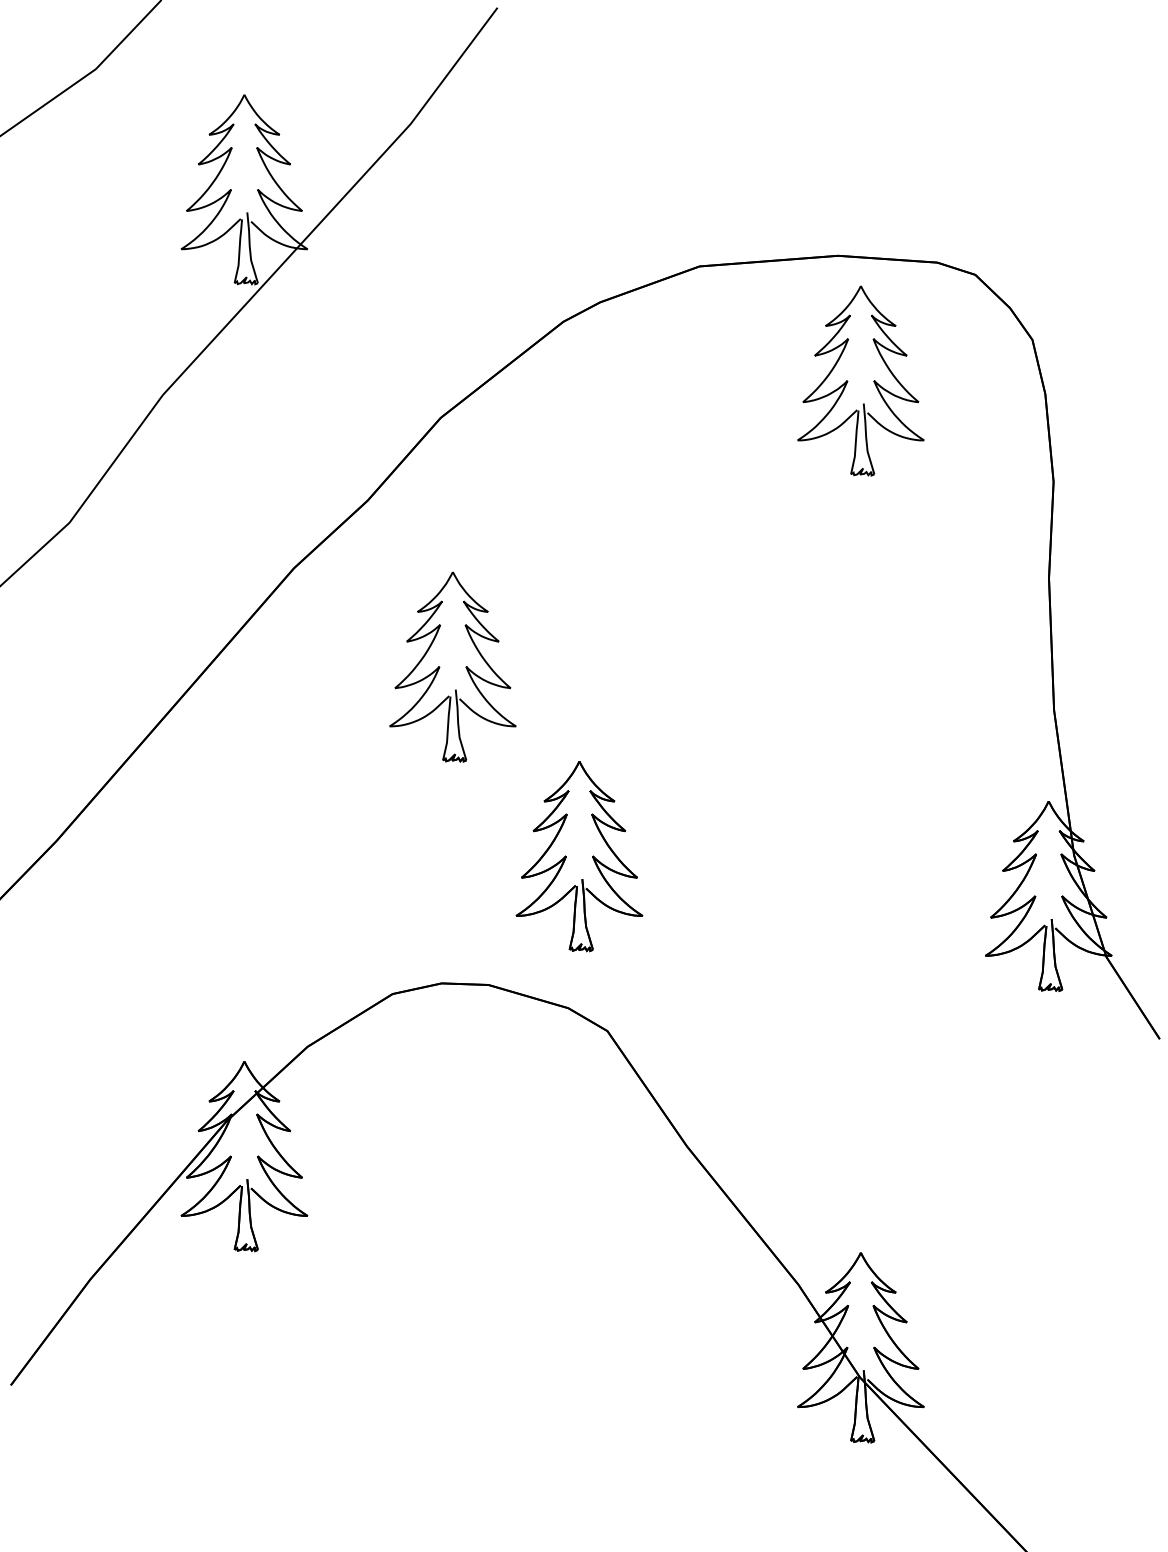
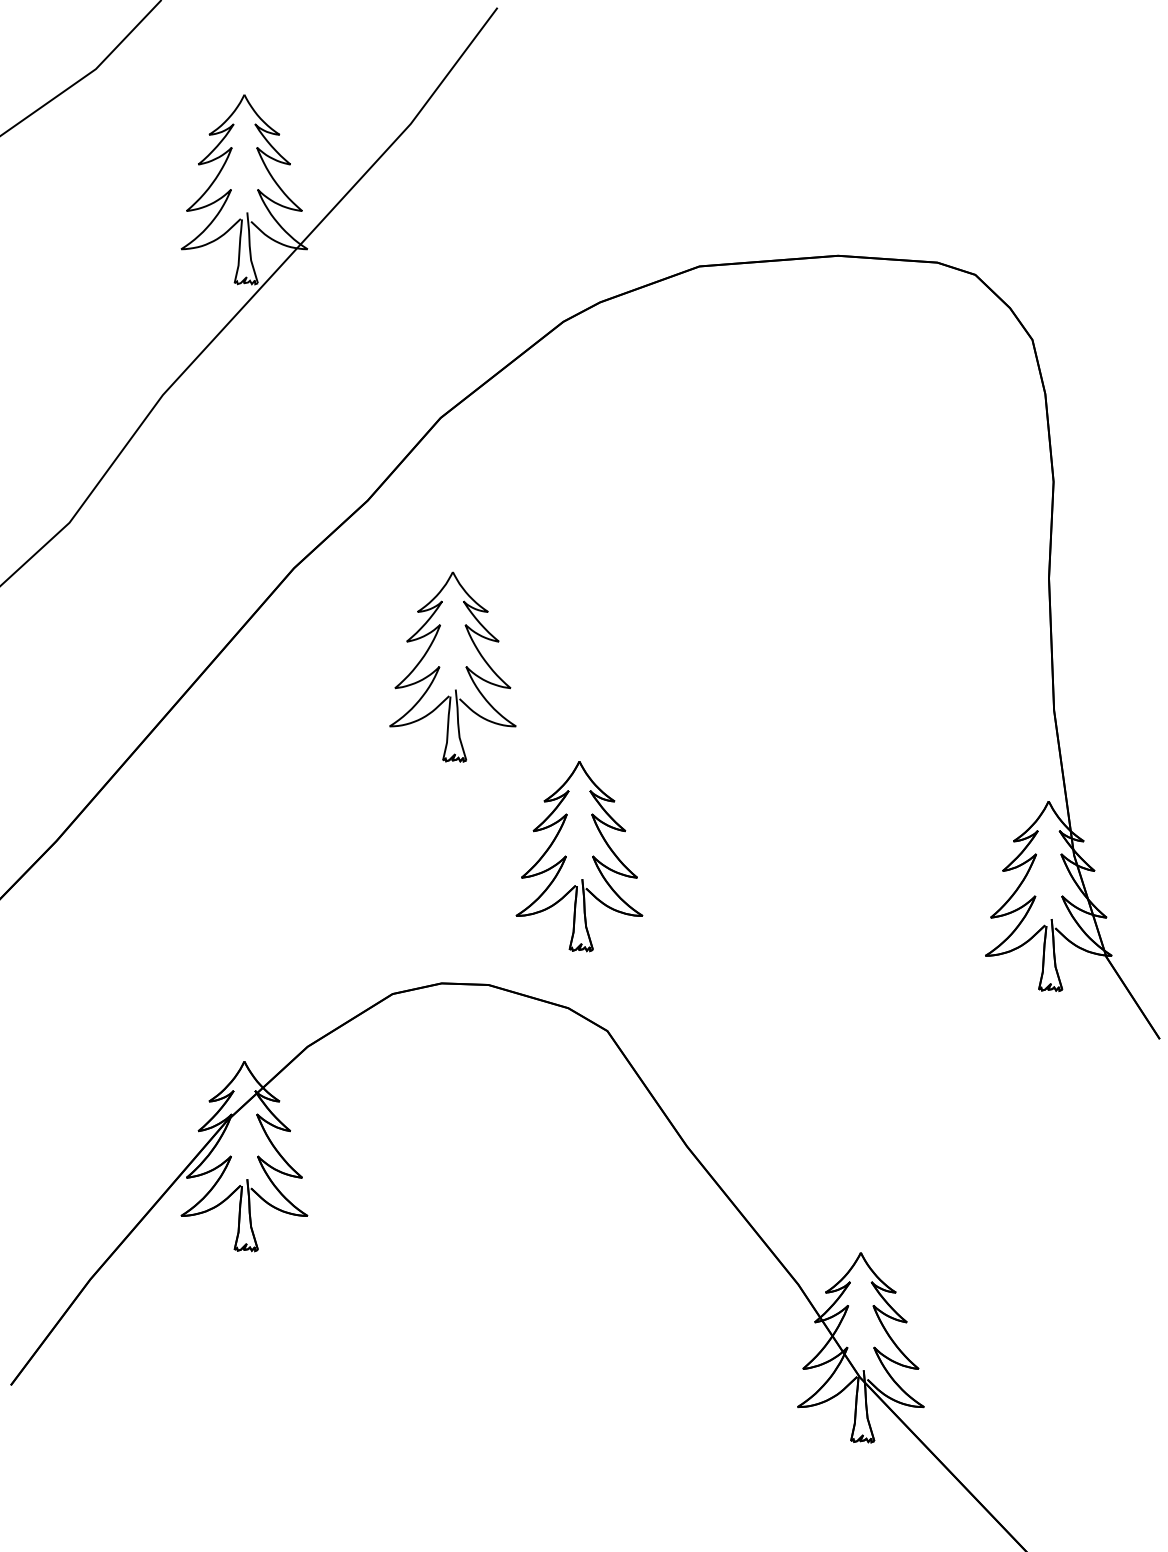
part at (848, 381): present -> none
